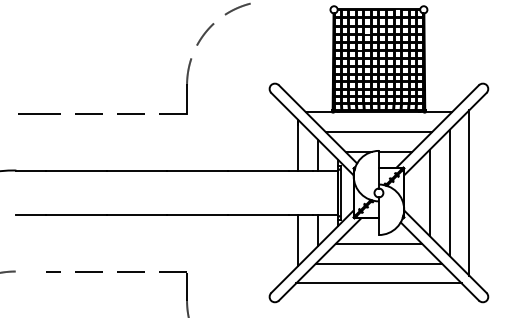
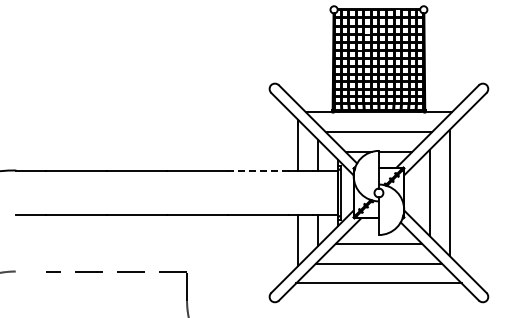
part at (187, 68): present -> none
line at (258, 170): solid -> dashed
line at (469, 192): present -> none
